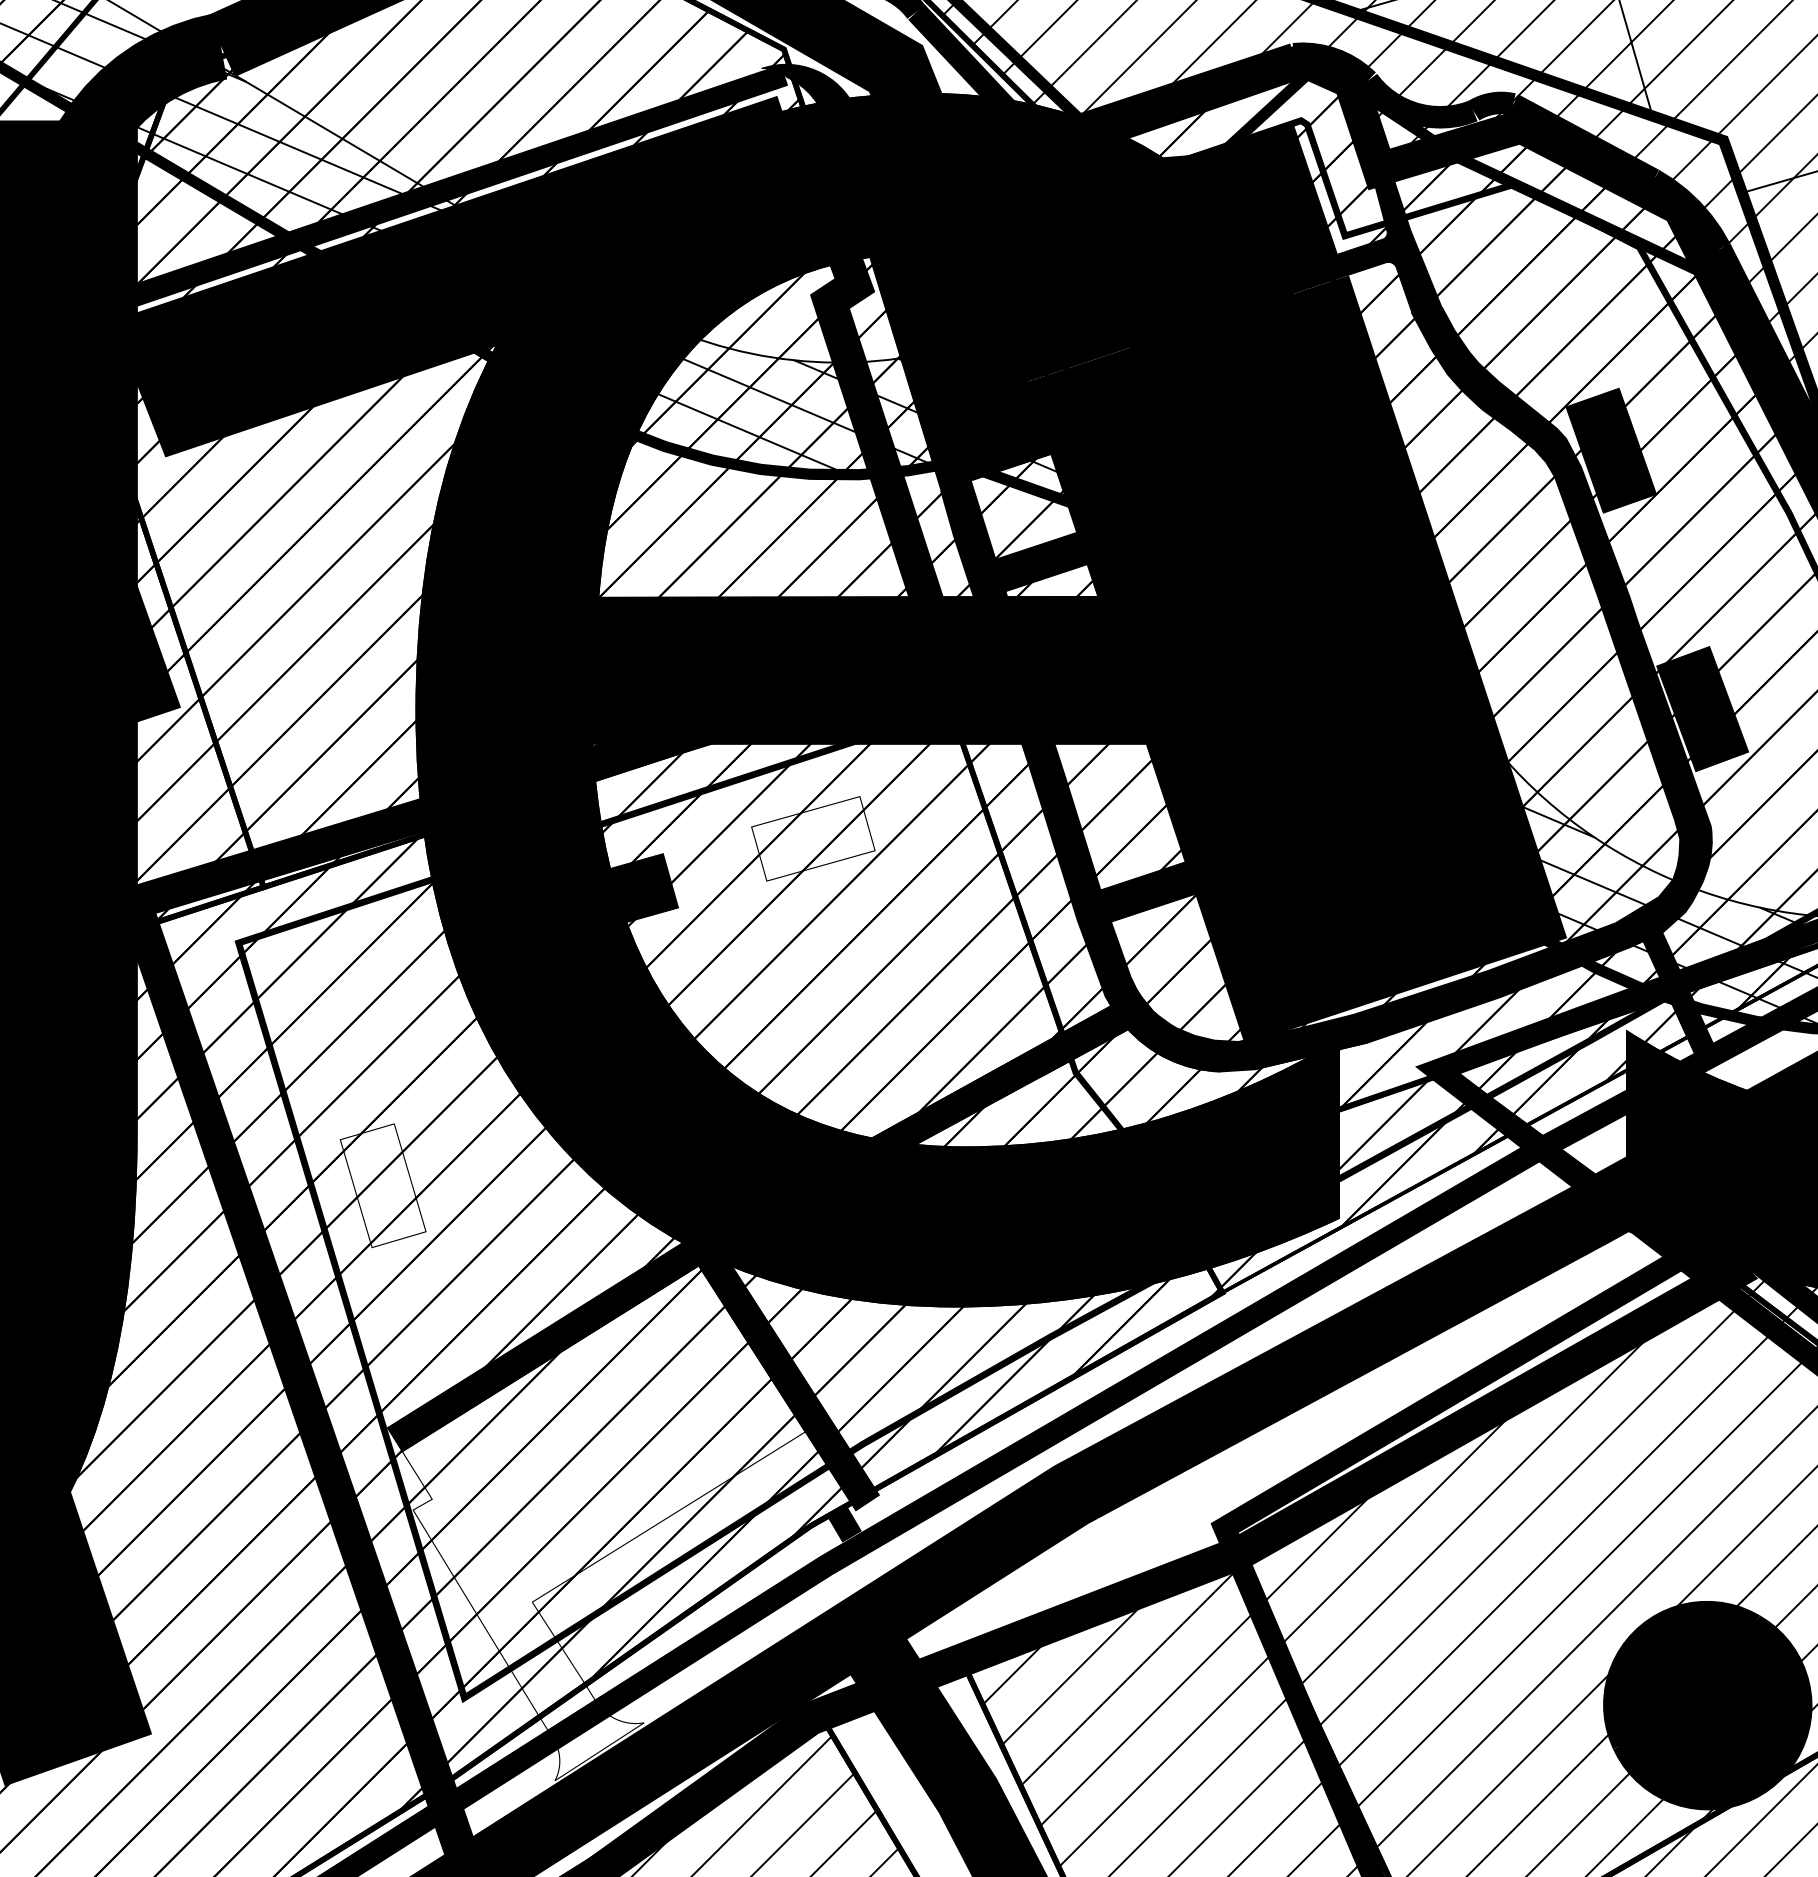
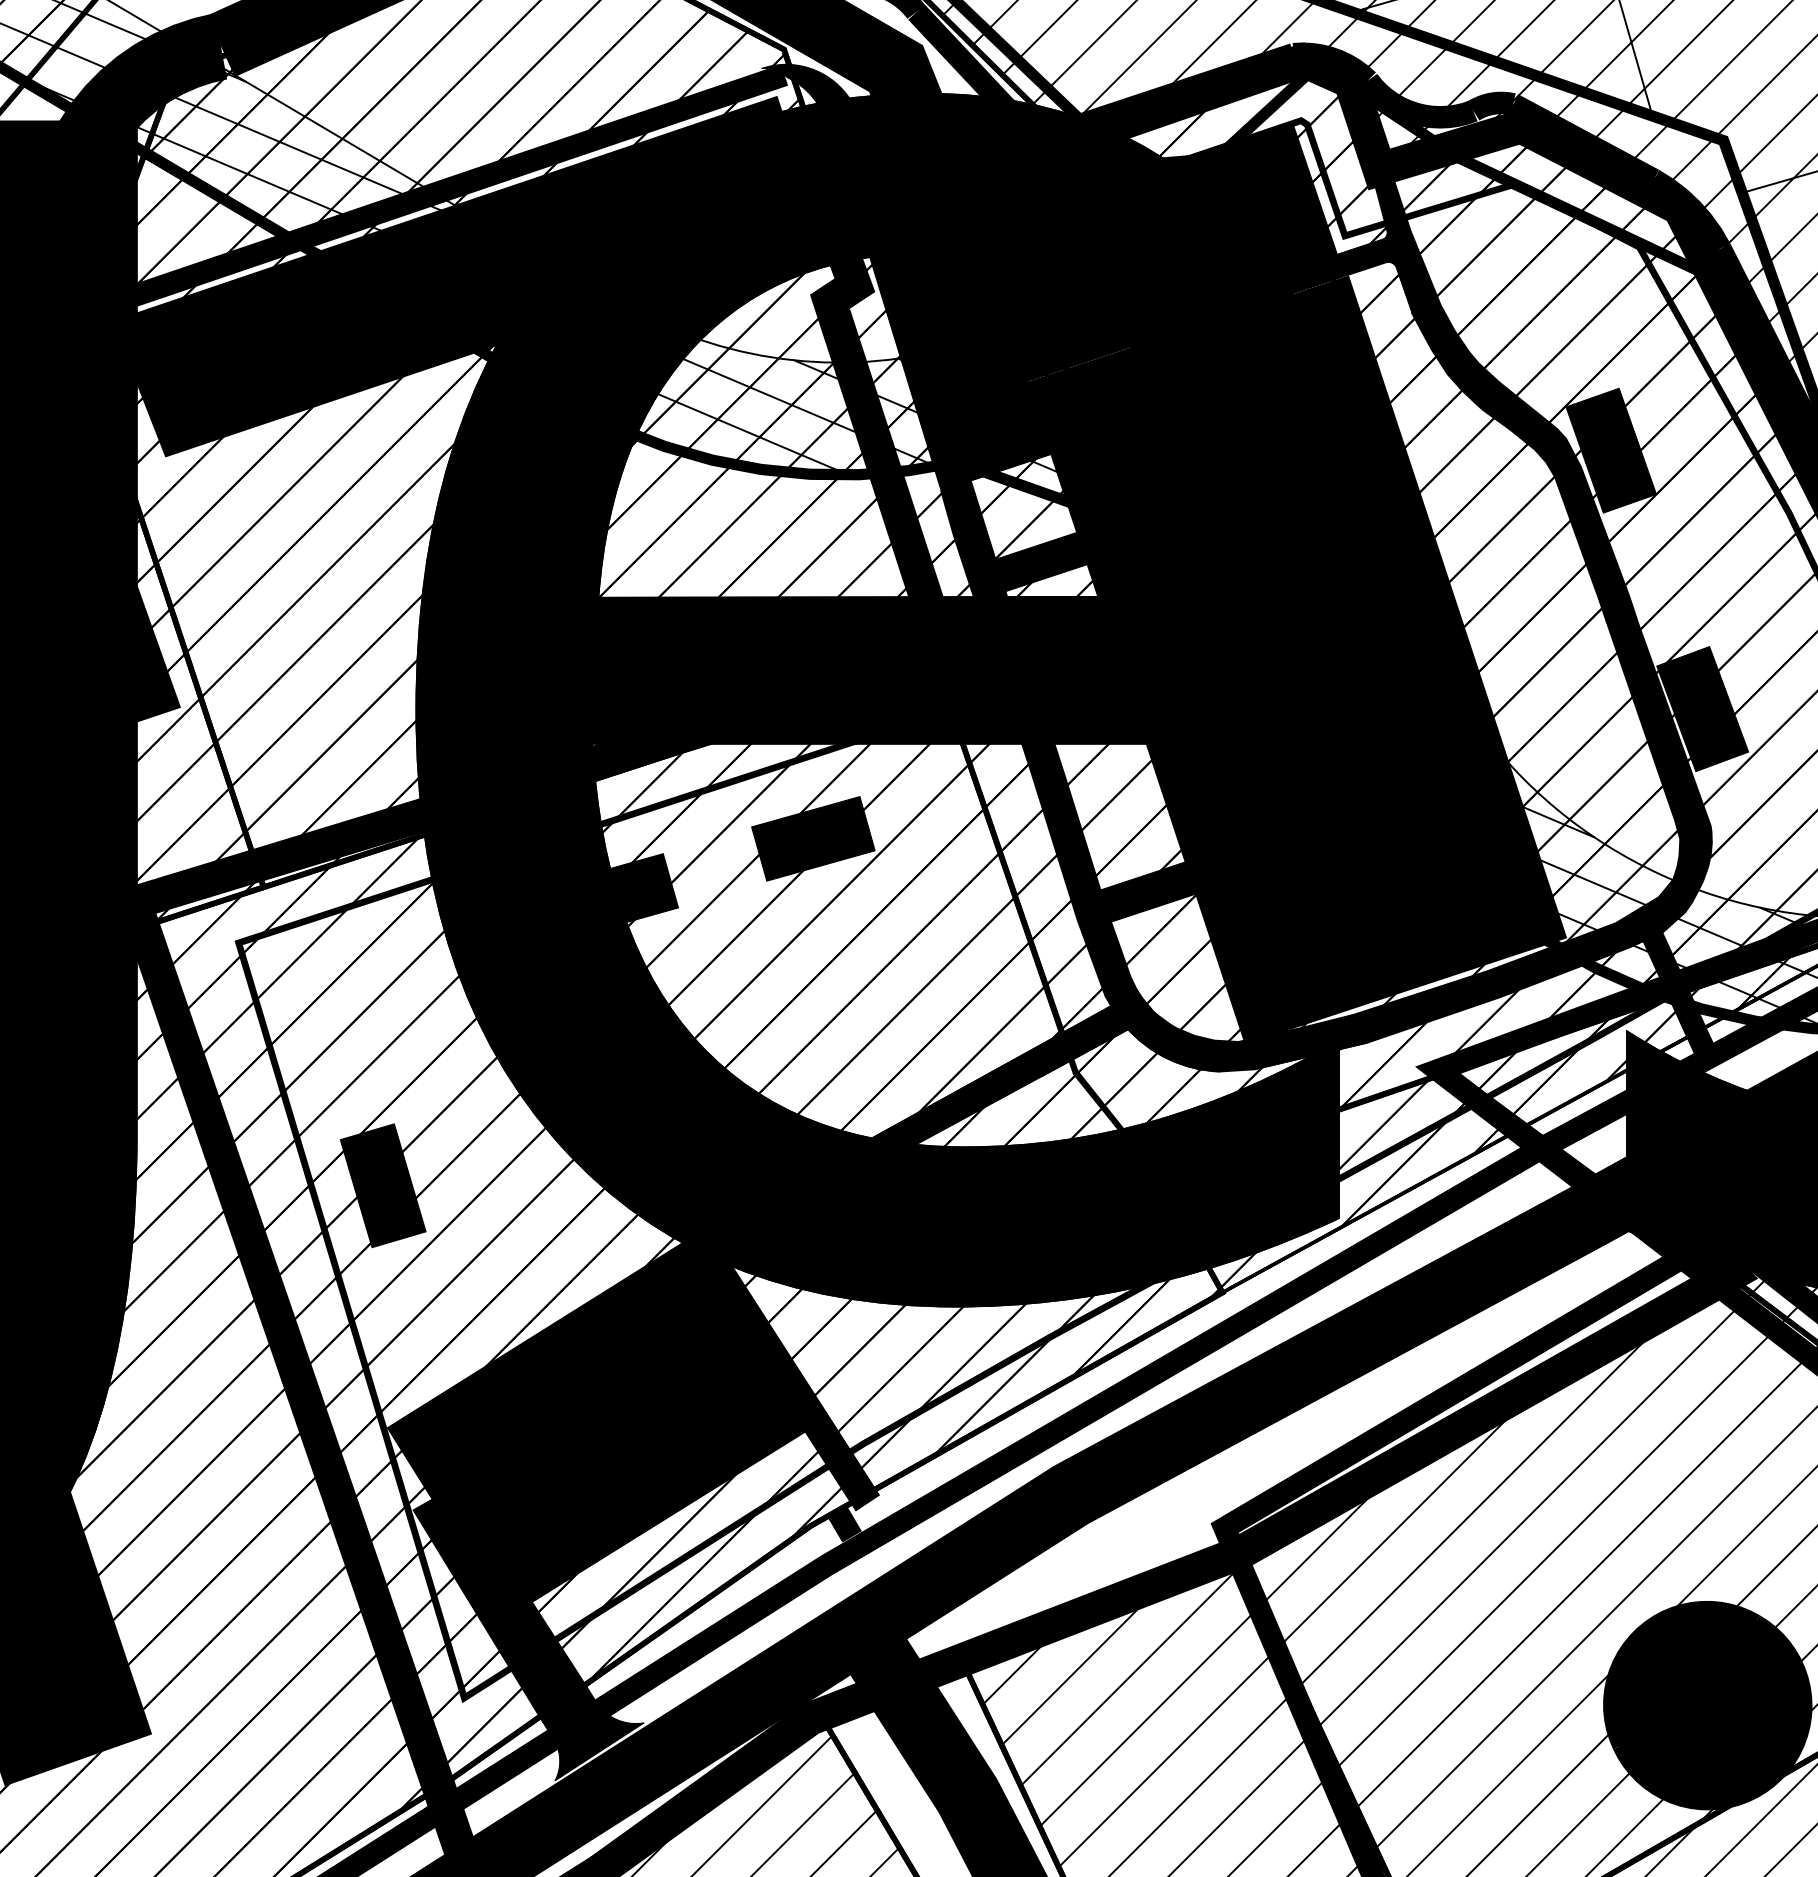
fill at (813, 838): none -> present
fill at (383, 1185): none -> present
fill at (603, 1522): none -> present
